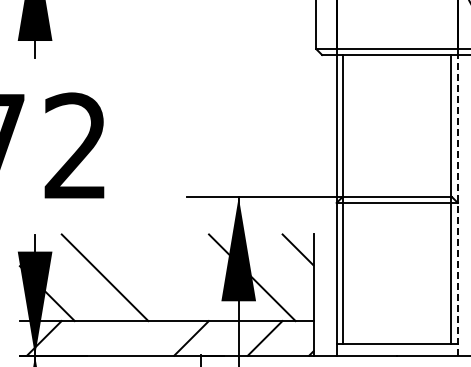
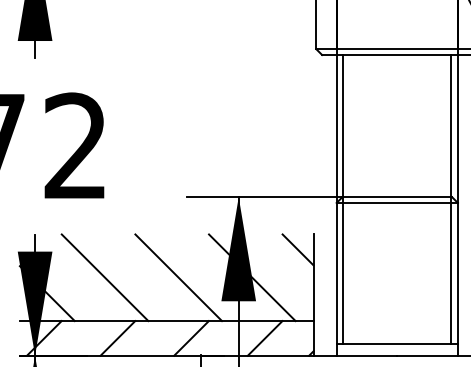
line at (457, 204): dashed -> solid
line at (178, 277): none -> present
line at (117, 338): none -> present
